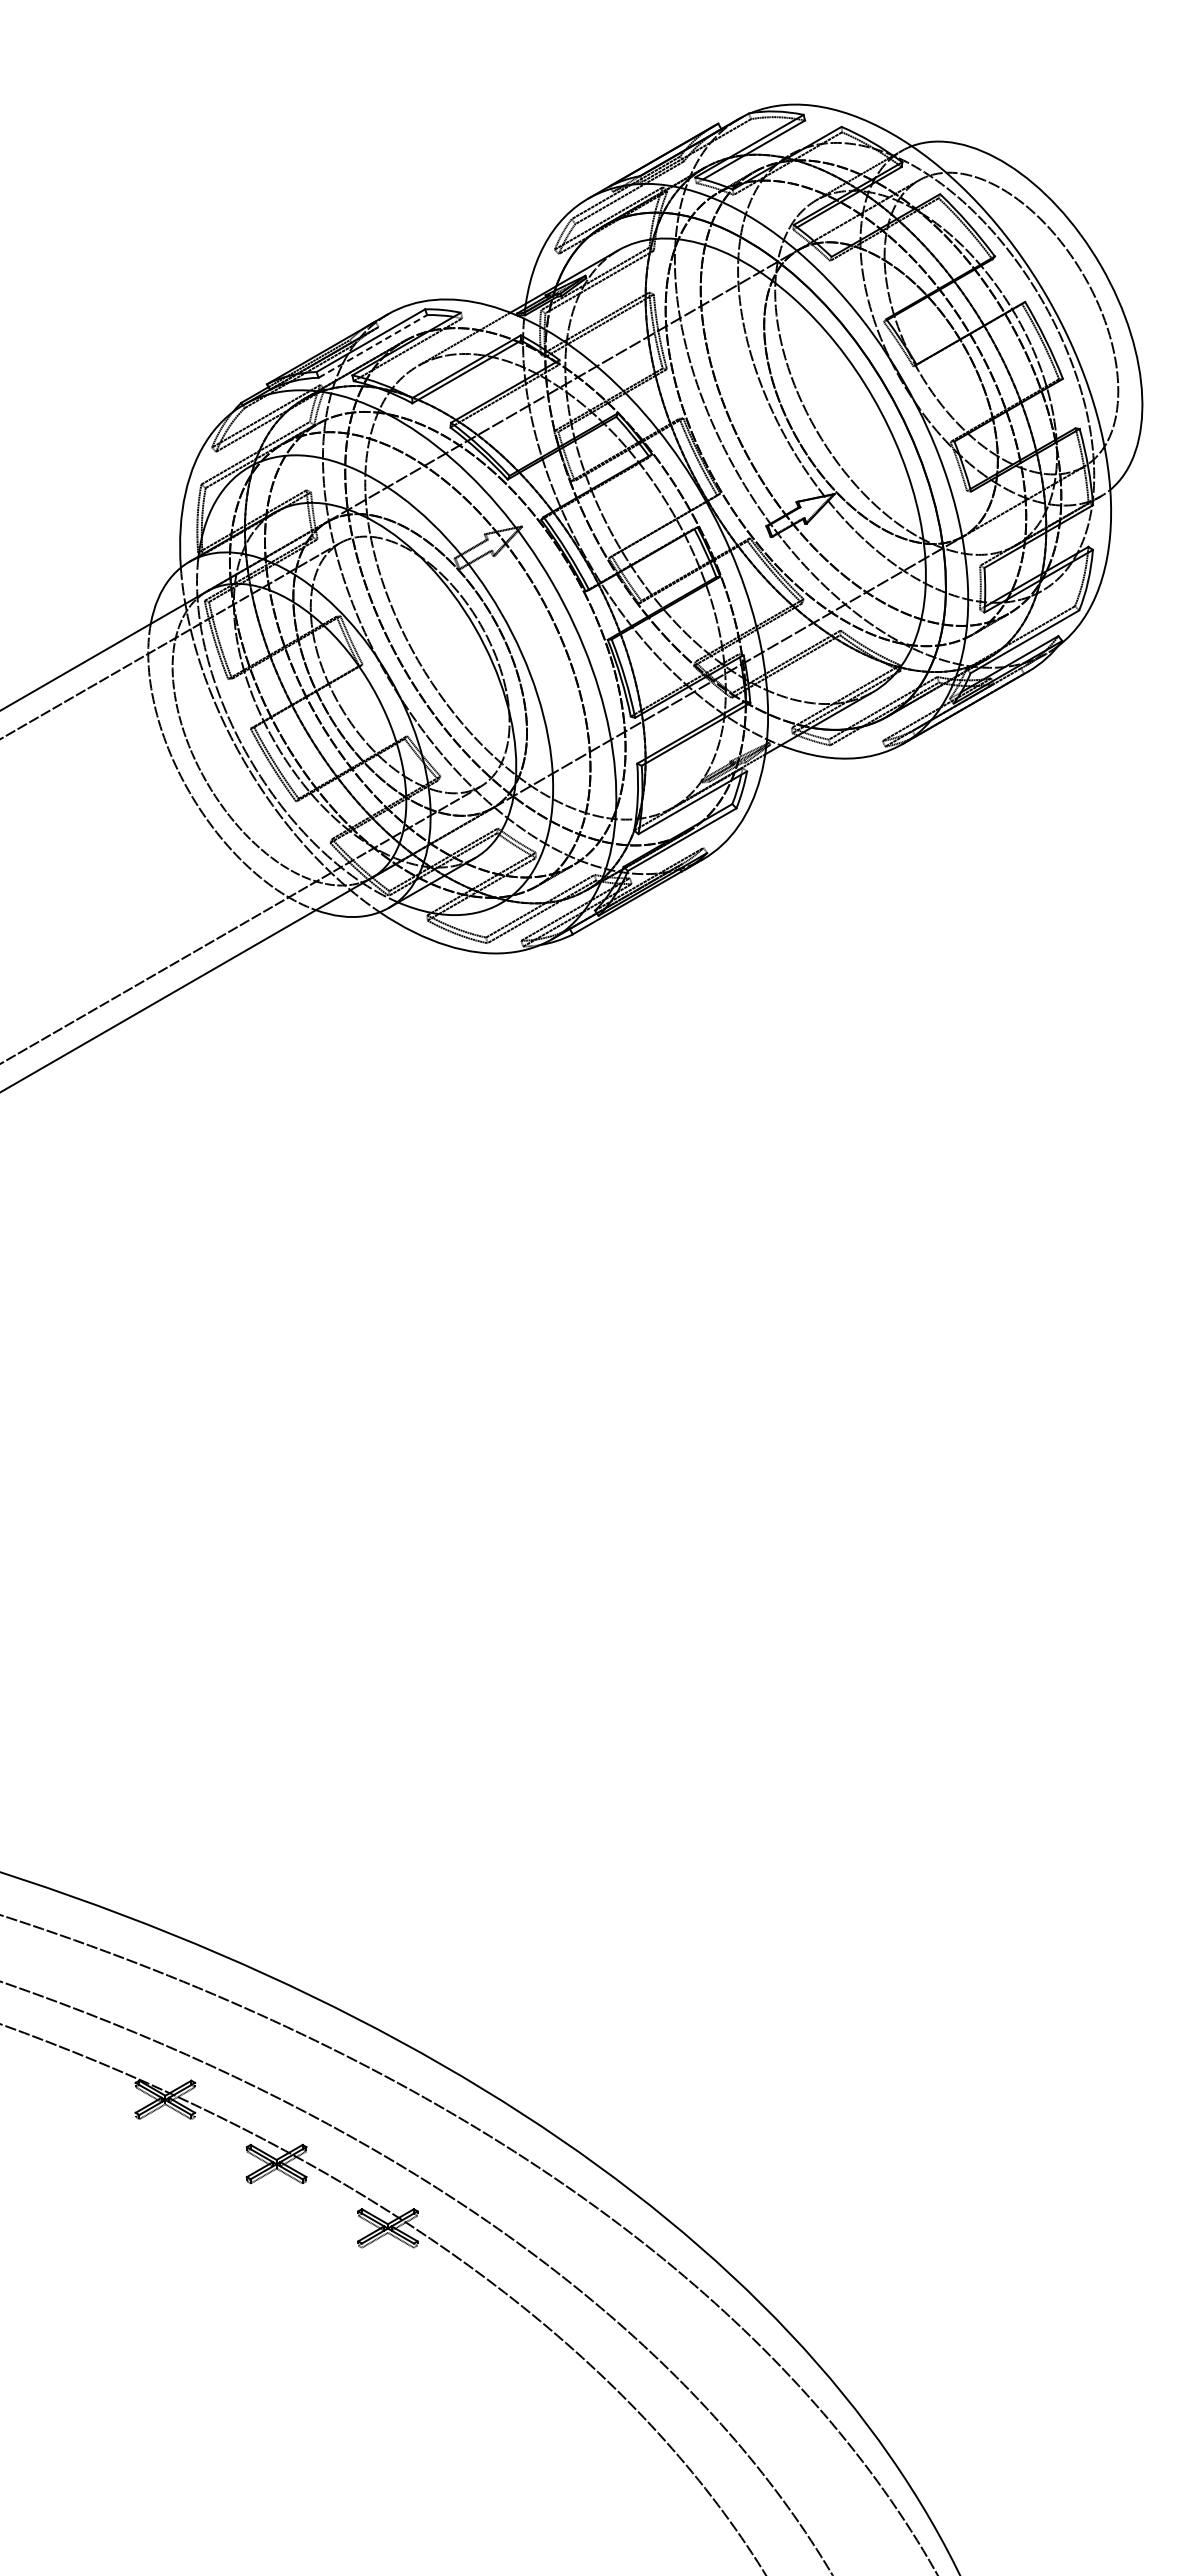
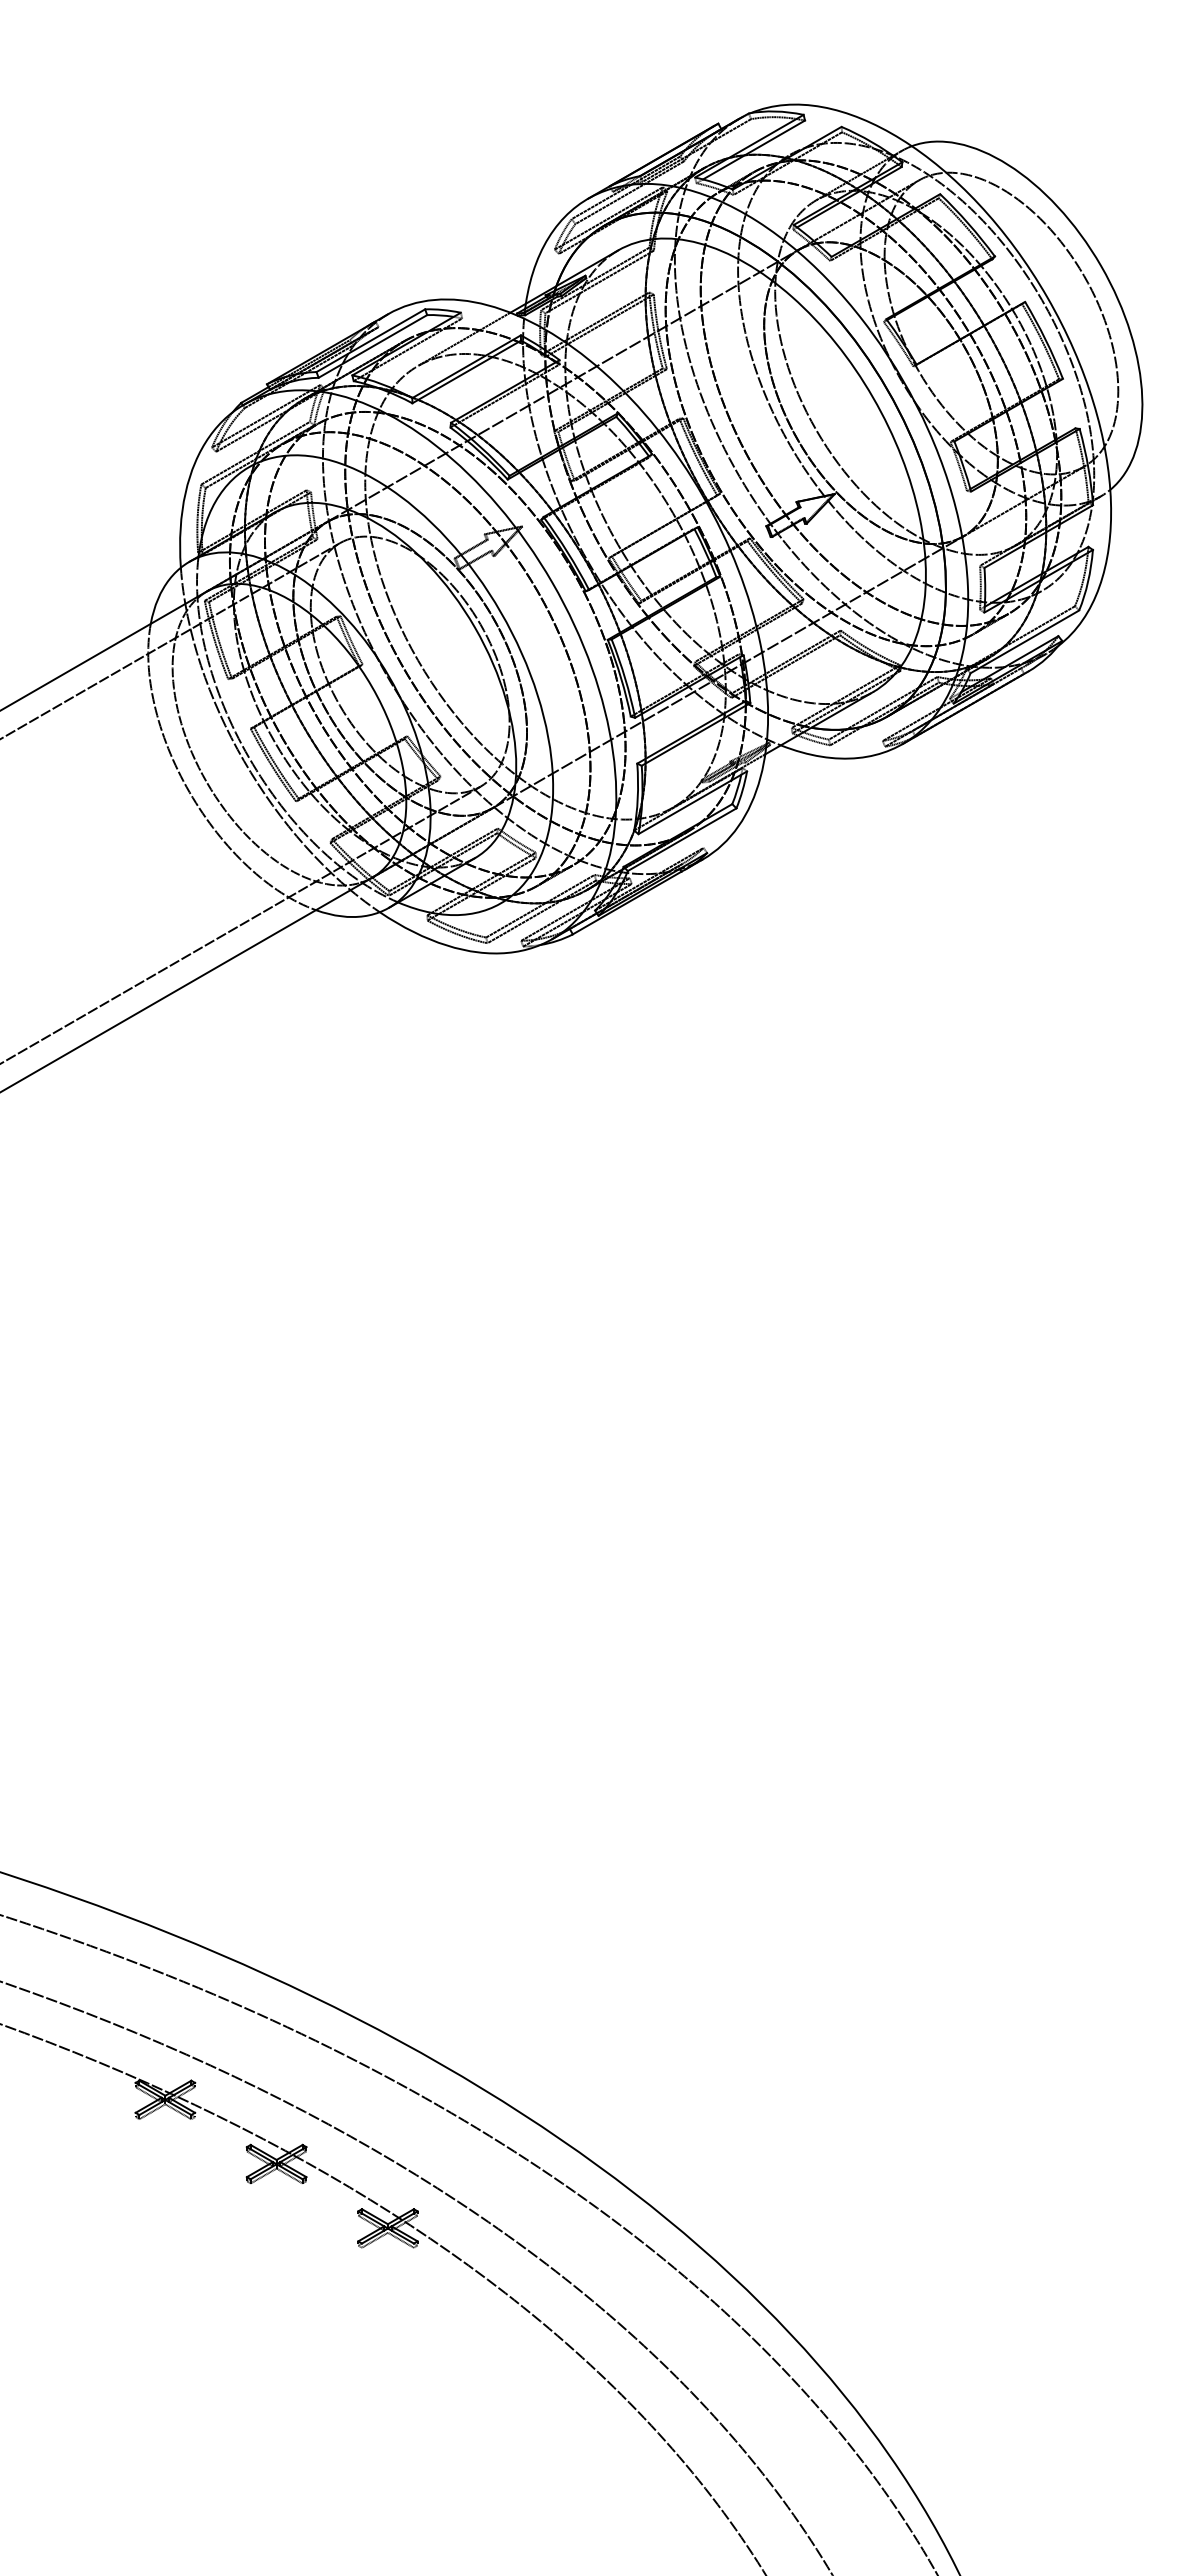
line at (372, 346): dashed -> solid
